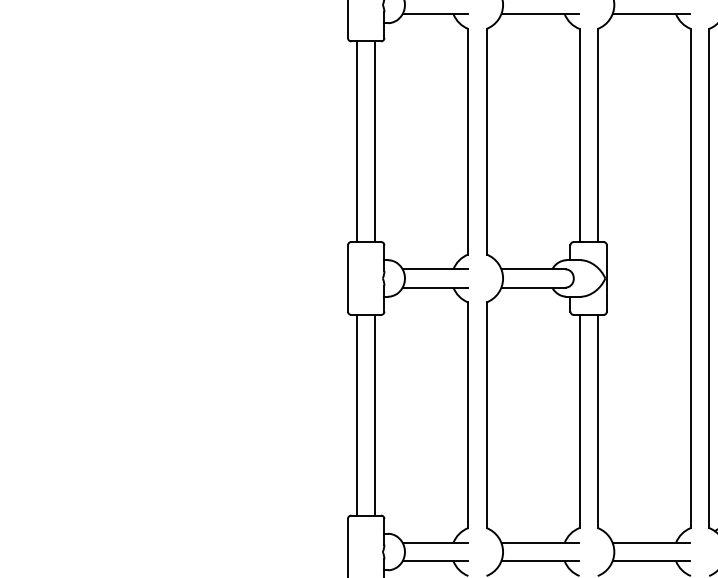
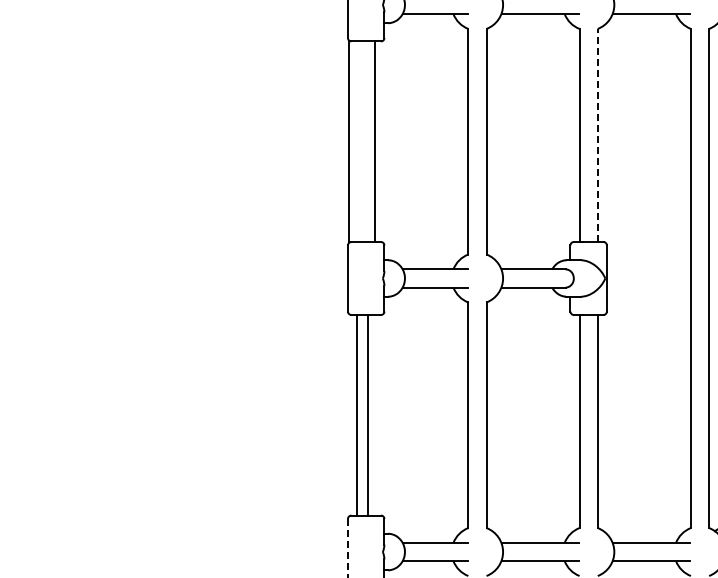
line at (597, 135): solid -> dashed
line at (357, 141) position: (357, 141) -> (349, 141)
line at (375, 414) position: (375, 414) -> (368, 414)
line at (347, 548): solid -> dashed
